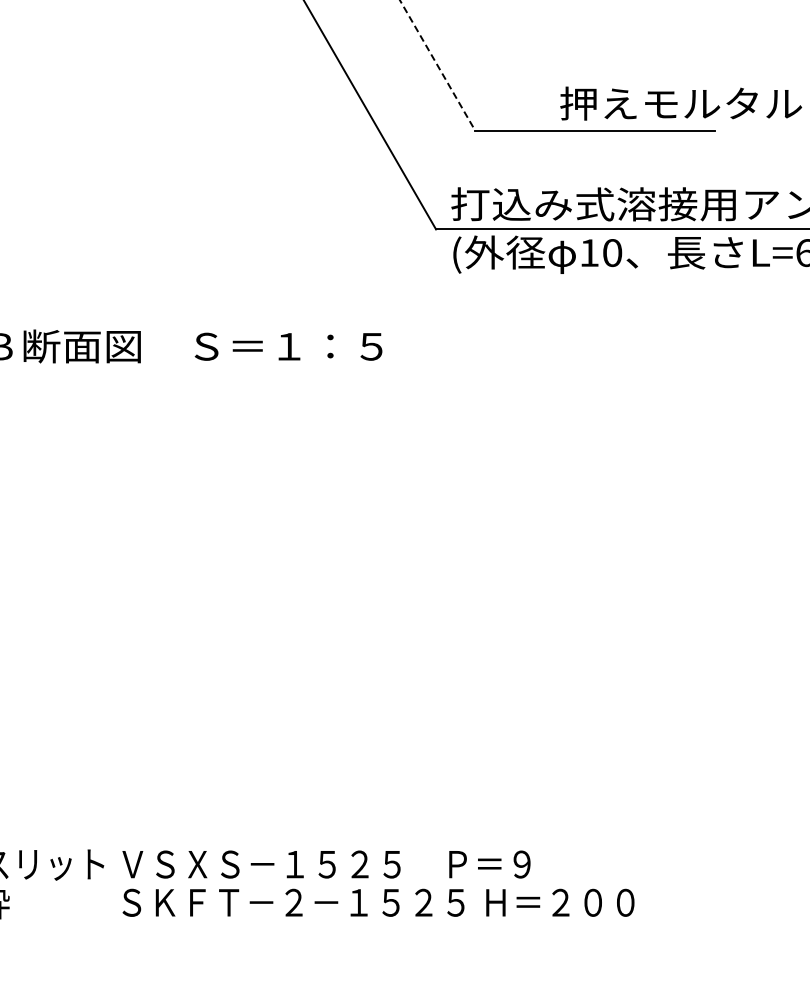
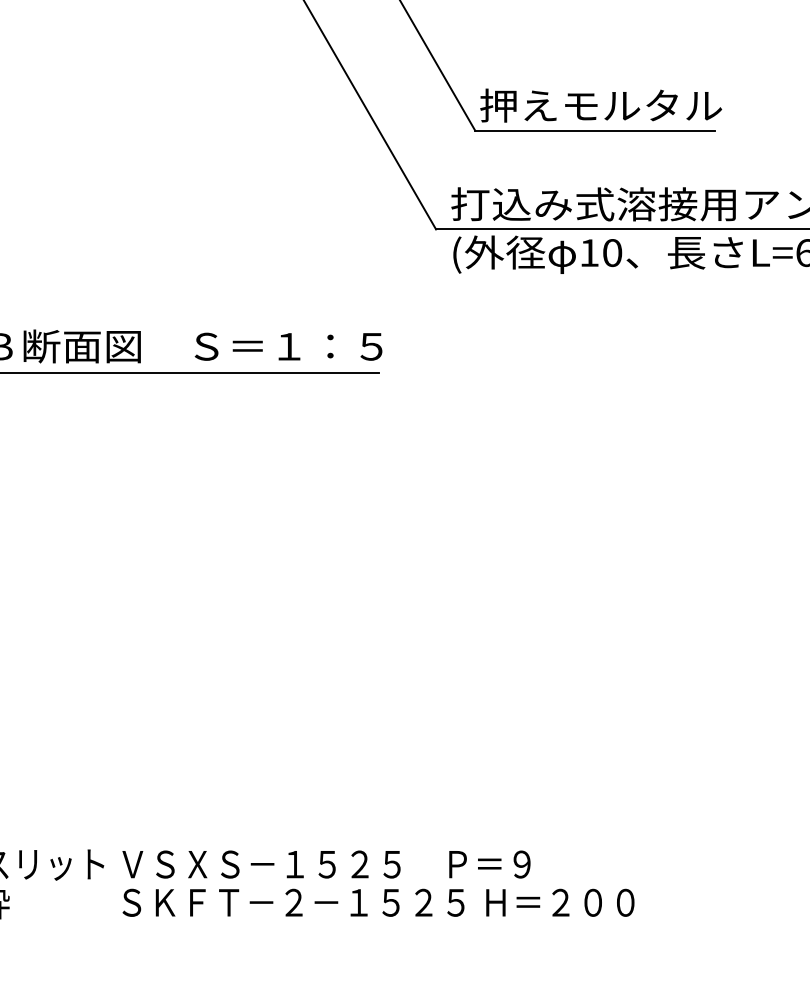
line at (437, 66): dashed -> solid
text at (681, 103) position: (681, 103) -> (601, 105)
line at (190, 373): none -> present
